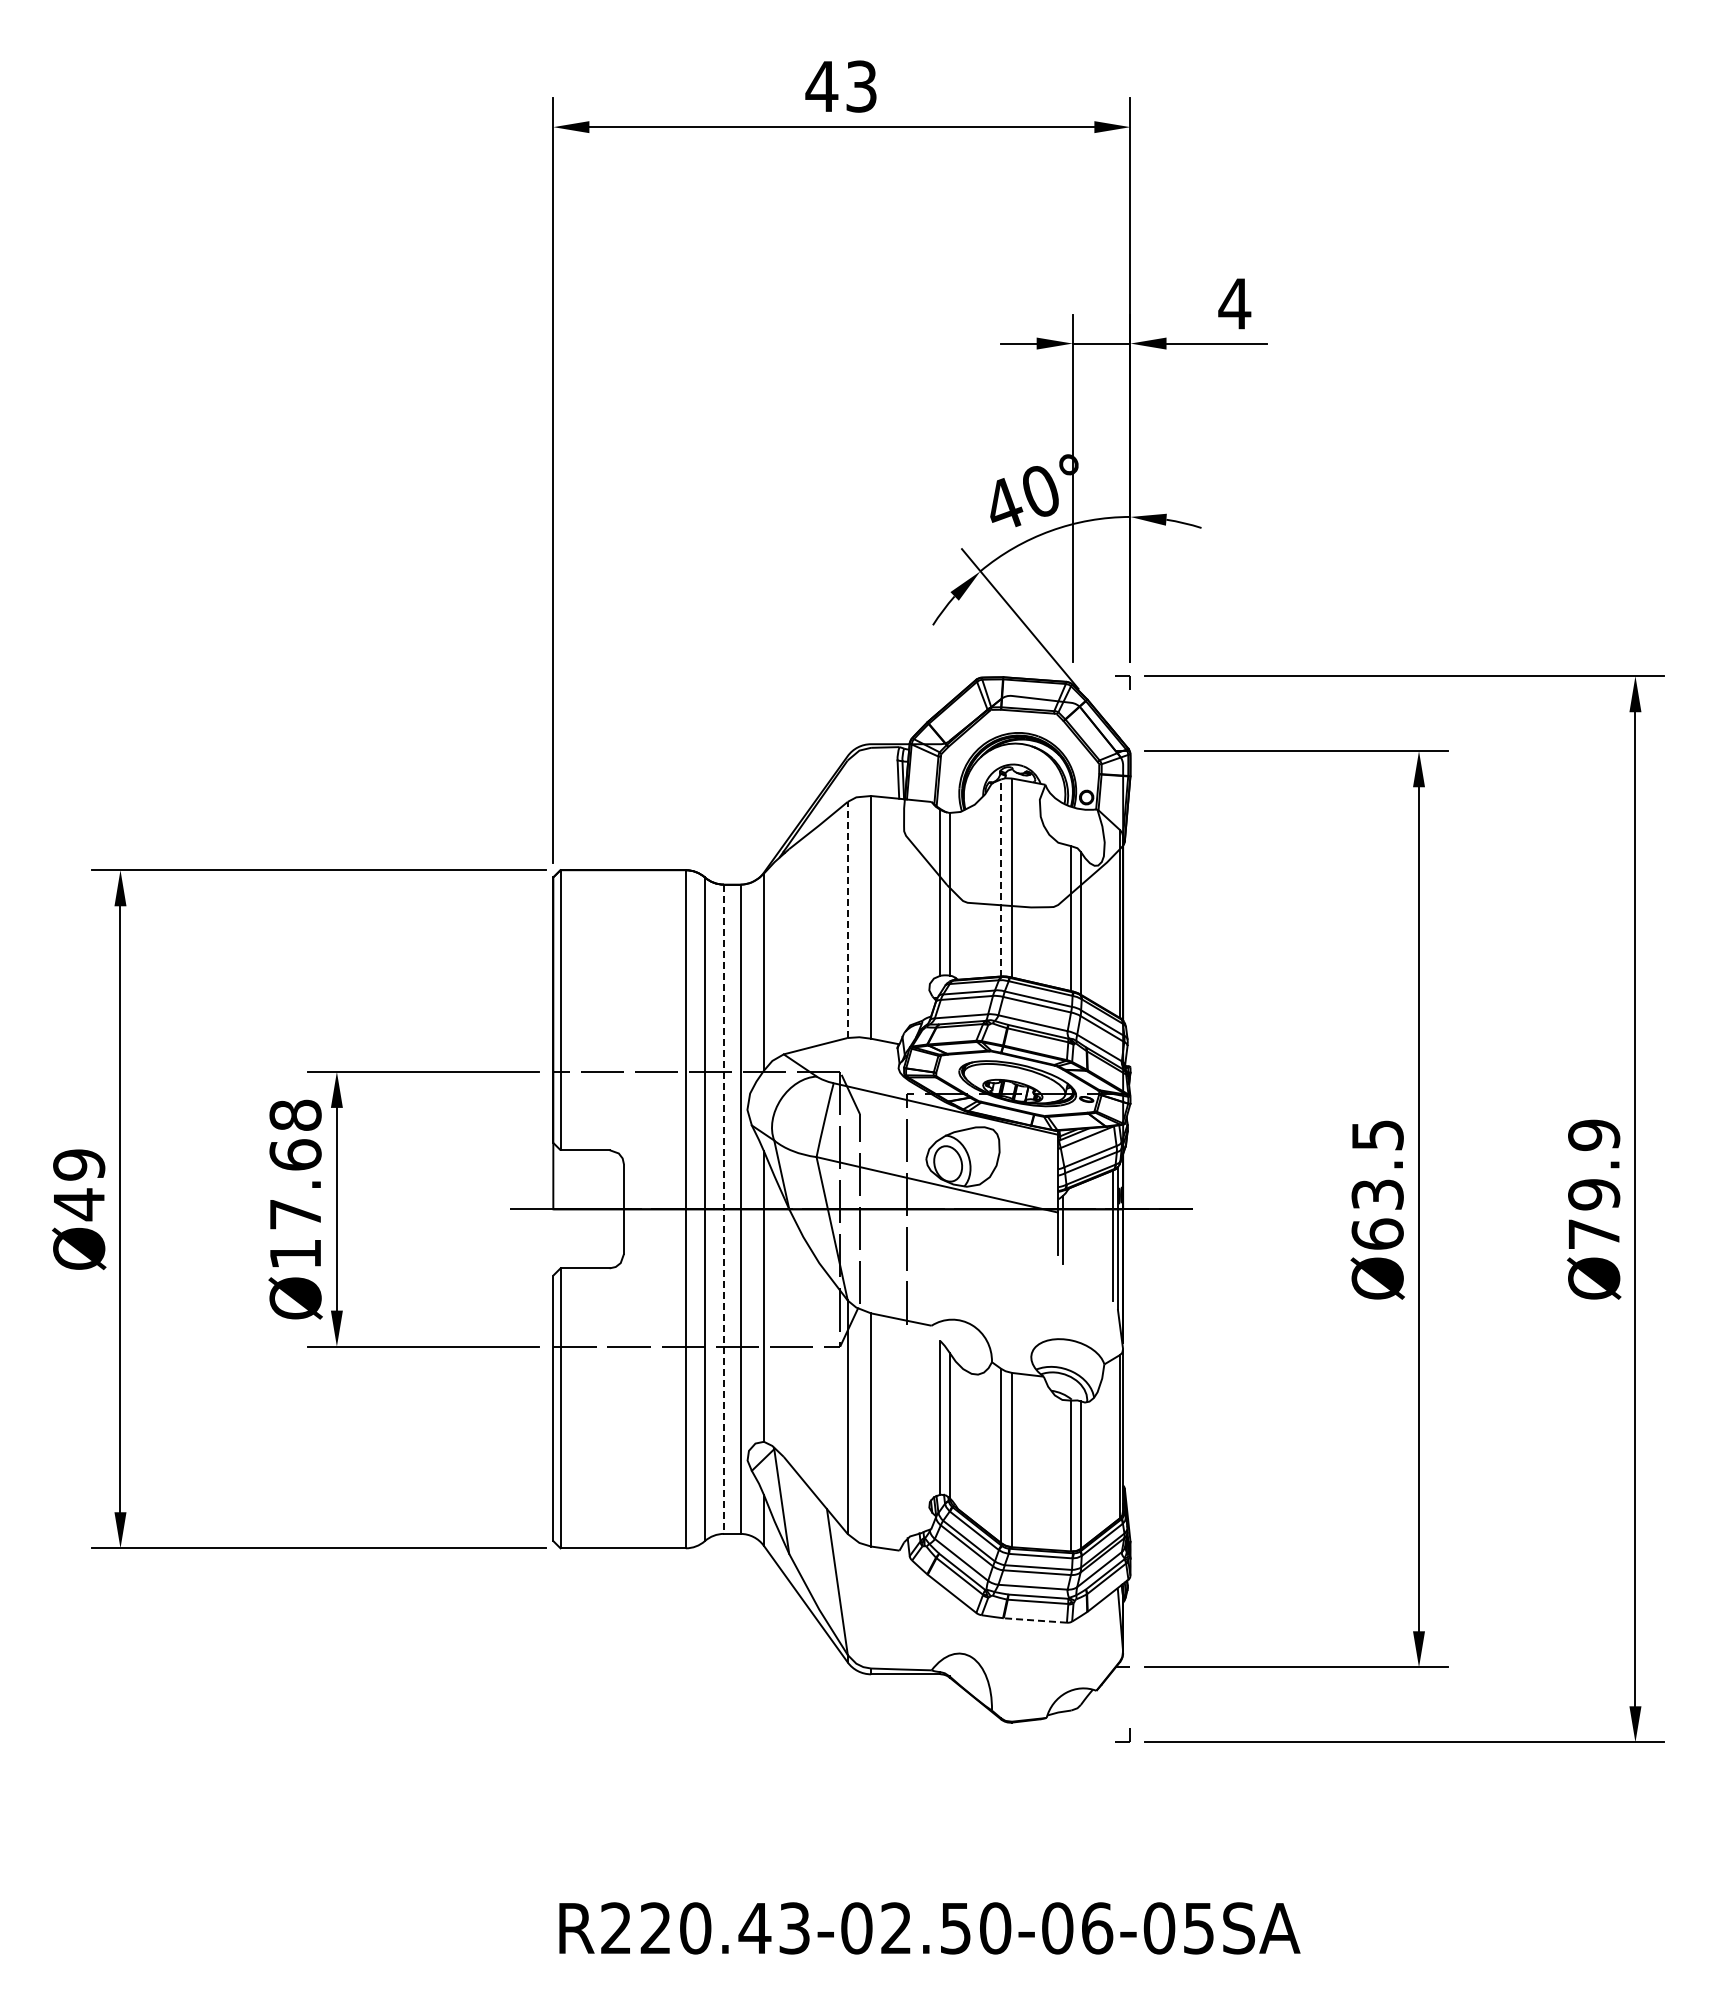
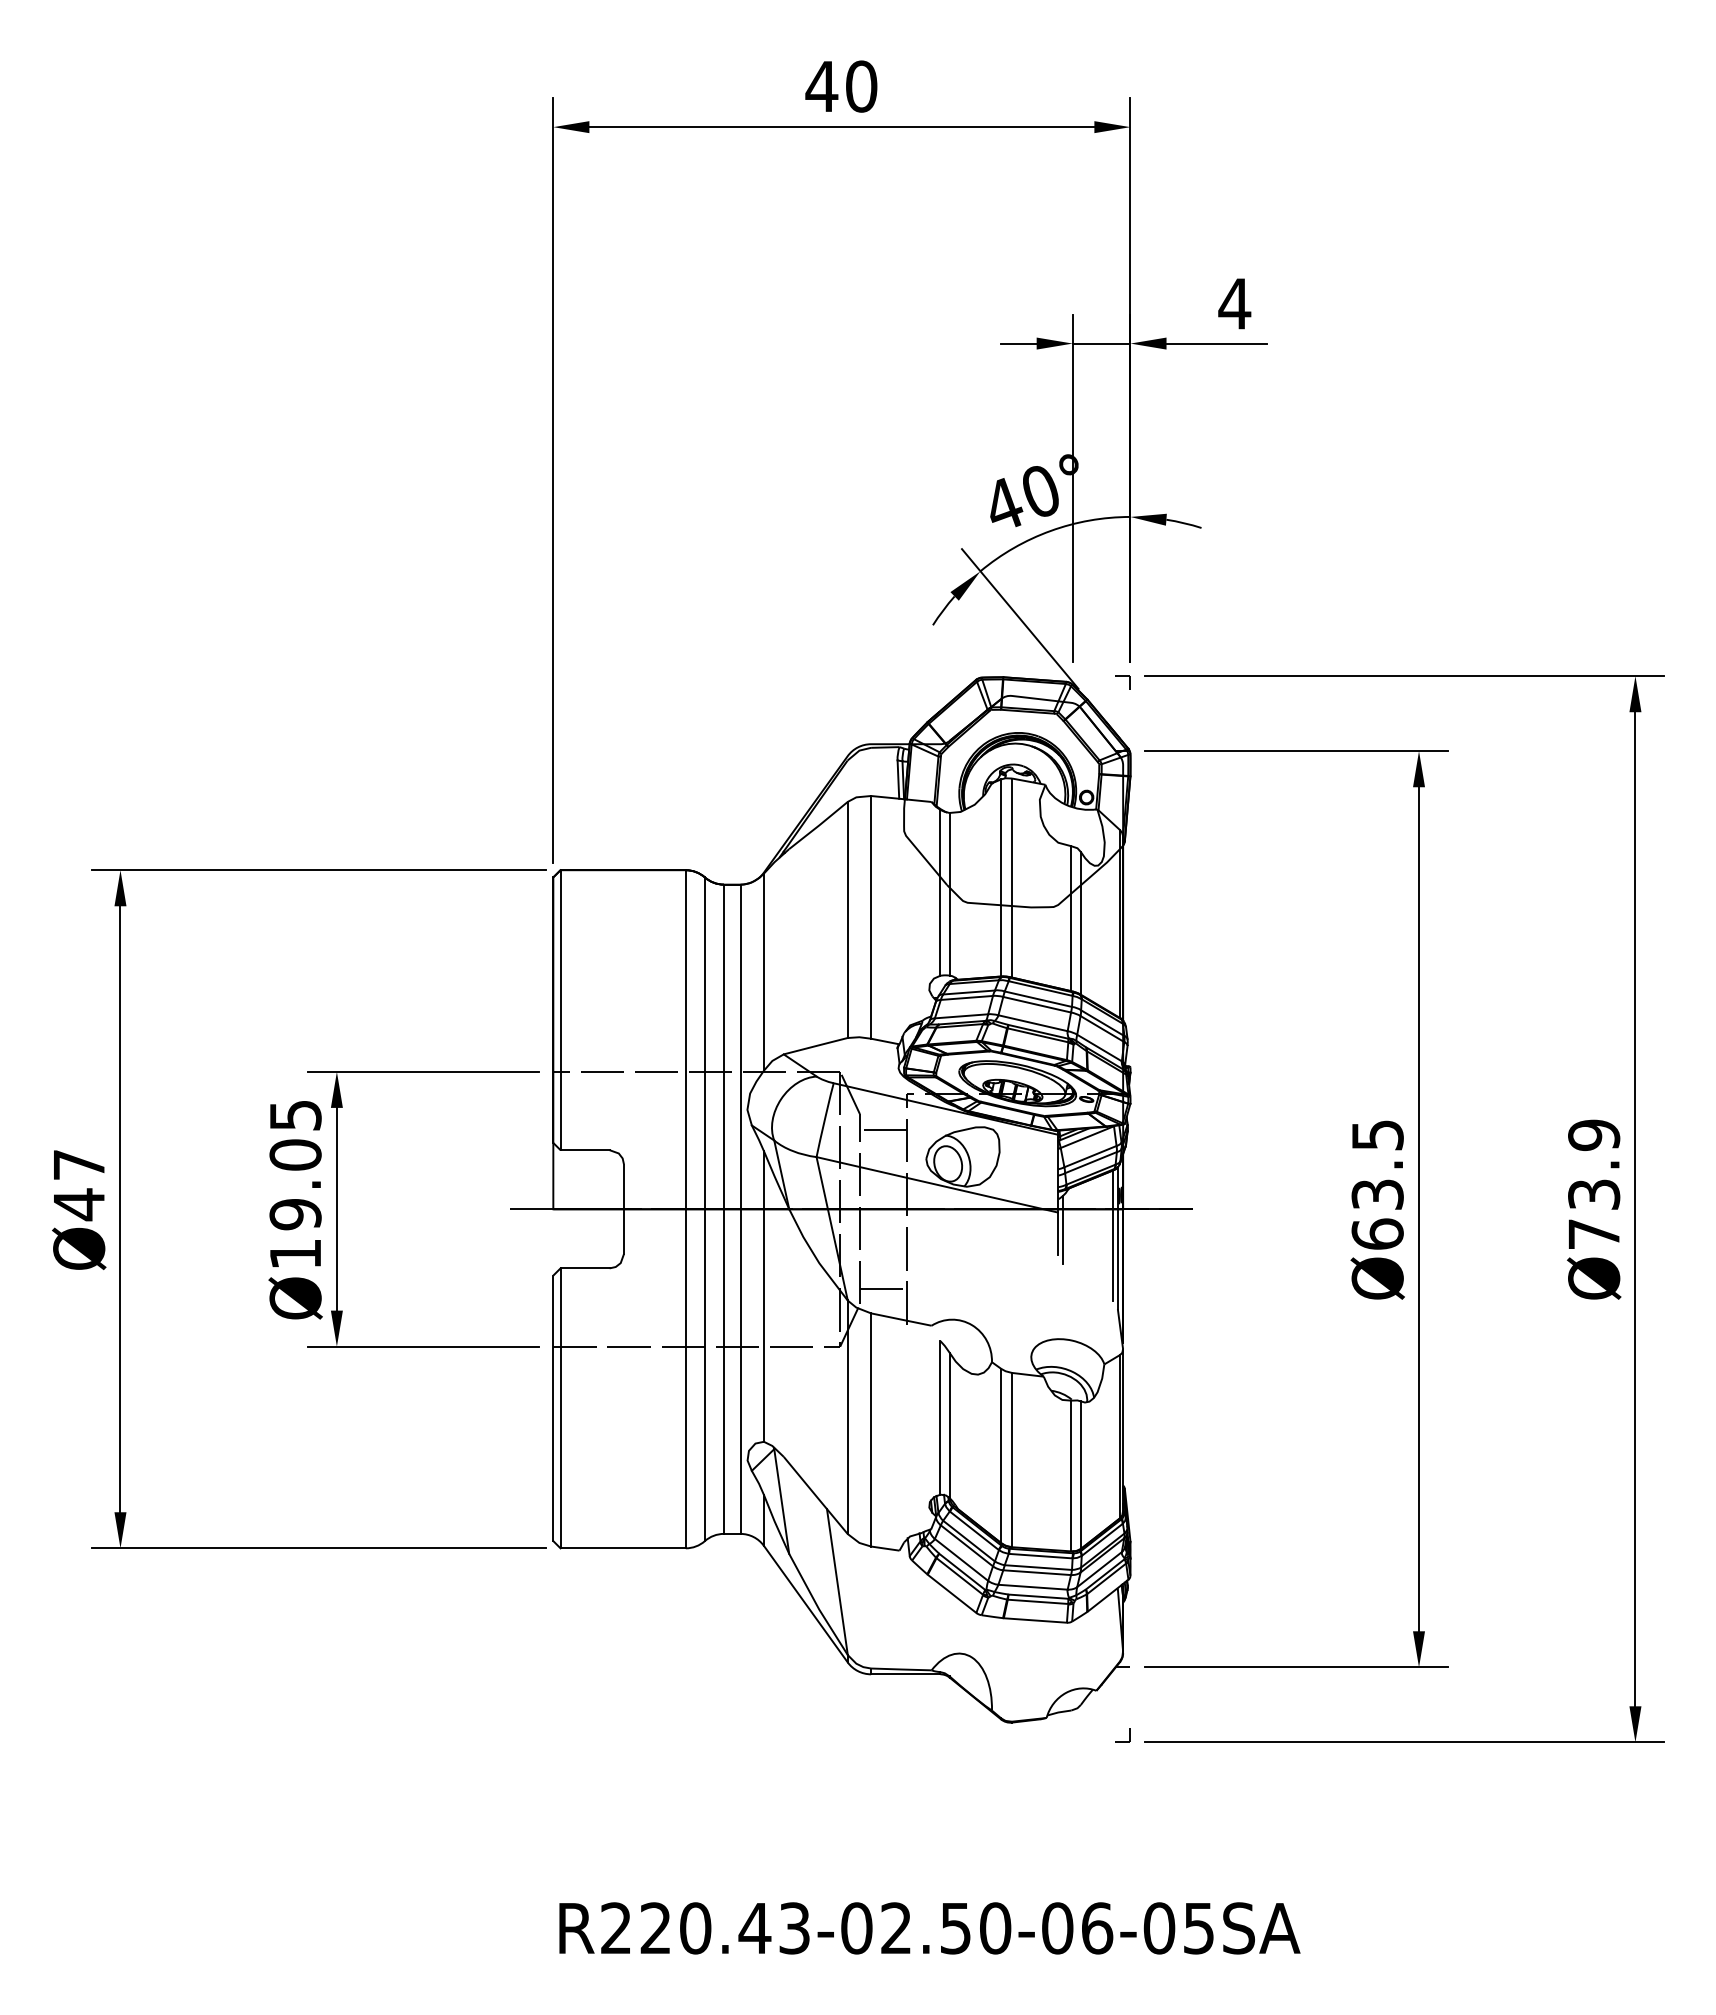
text at (861, 86): 43 -> 40
line at (1001, 877): dashed -> solid
line at (847, 919): dashed -> solid
line at (882, 1129): none -> present
text at (79, 1164): Ø49 -> Ø47
text at (295, 1164): Ø17.68 -> Ø19.05
text at (1594, 1194): Ø79.9 -> Ø73.9
line at (723, 1209): dashed -> solid
line at (882, 1288): none -> present
line at (1035, 1620): dashed -> solid
